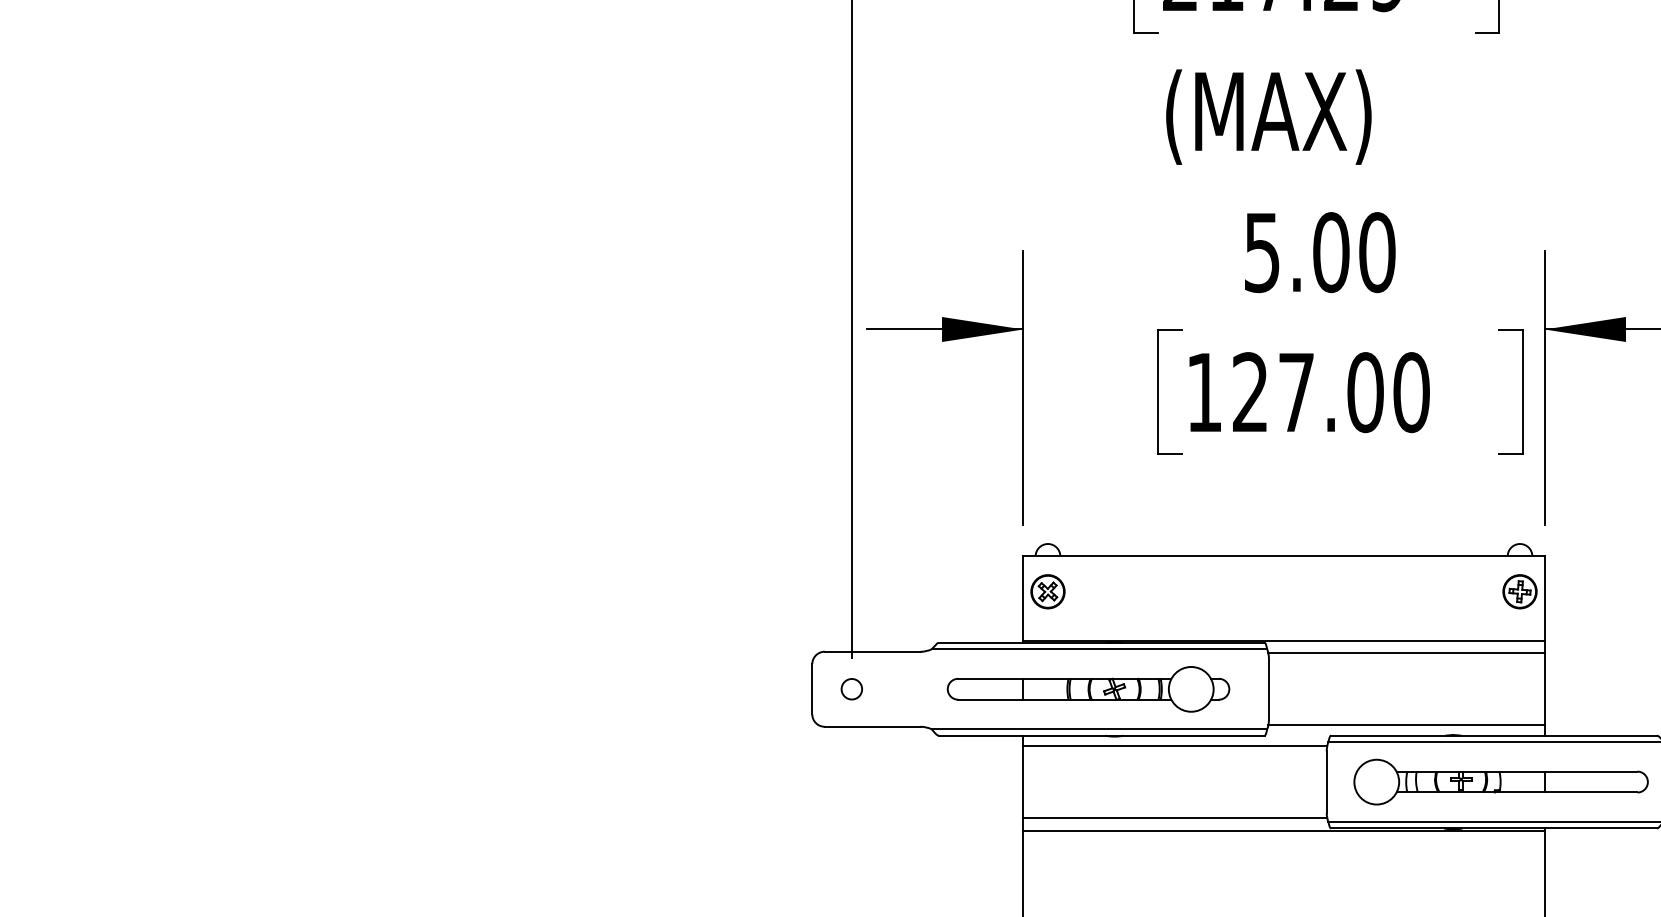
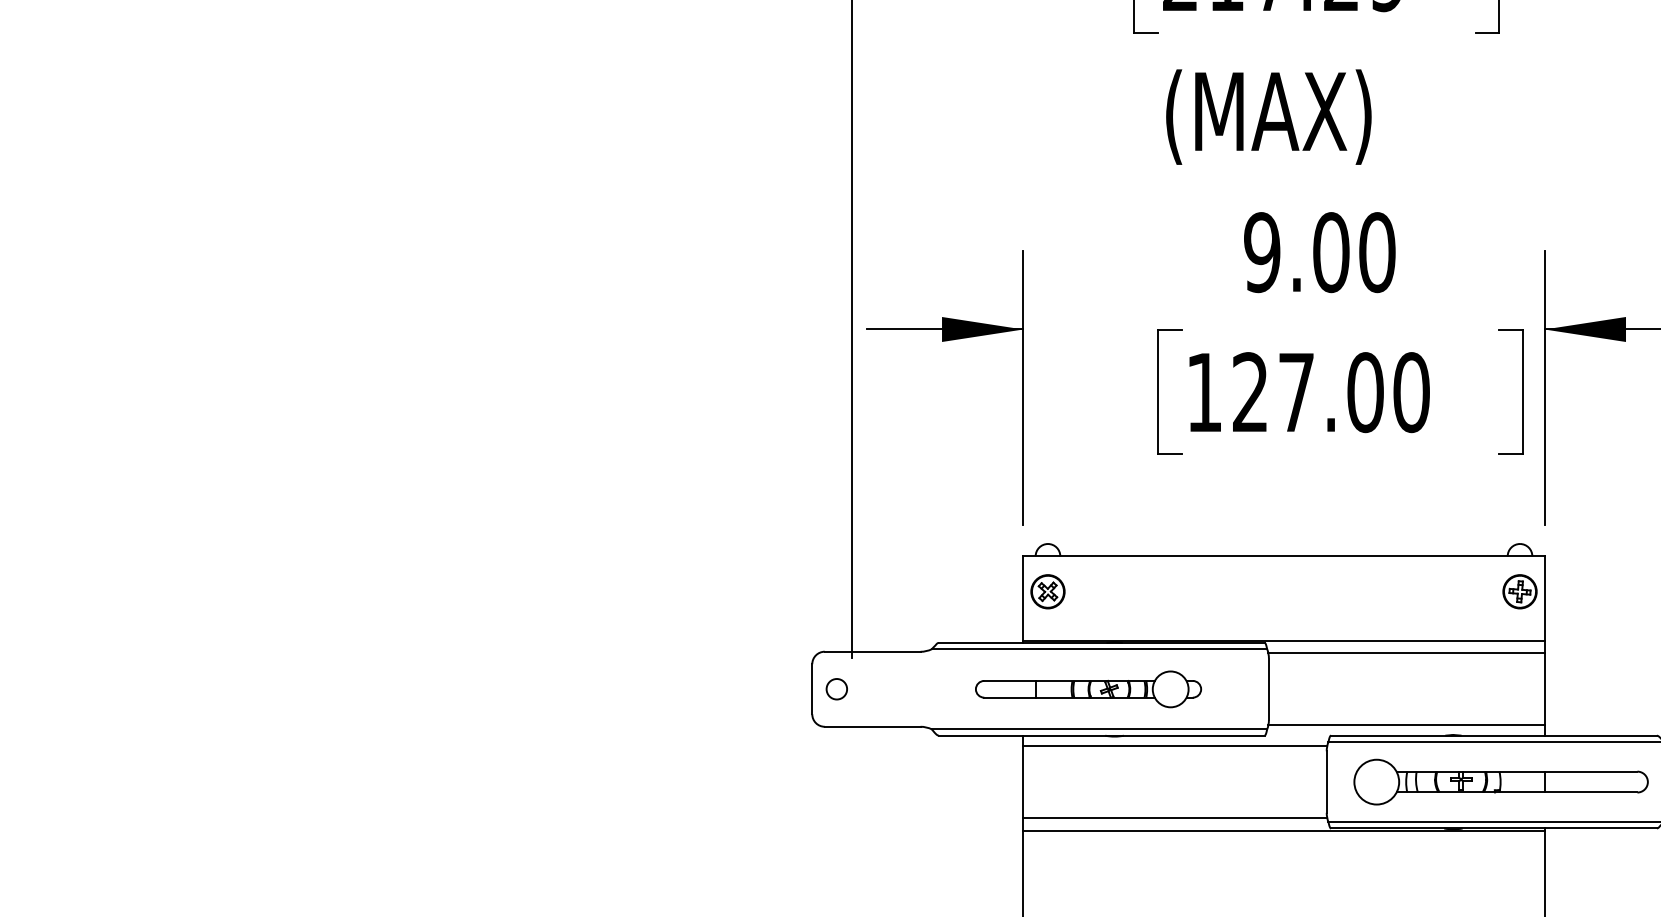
text at (1262, 252): 5.00 -> 9.00
circle at (851, 689) position: (851, 689) -> (836, 689)
part at (1088, 689) size: 285x47 px -> 228x39 px
